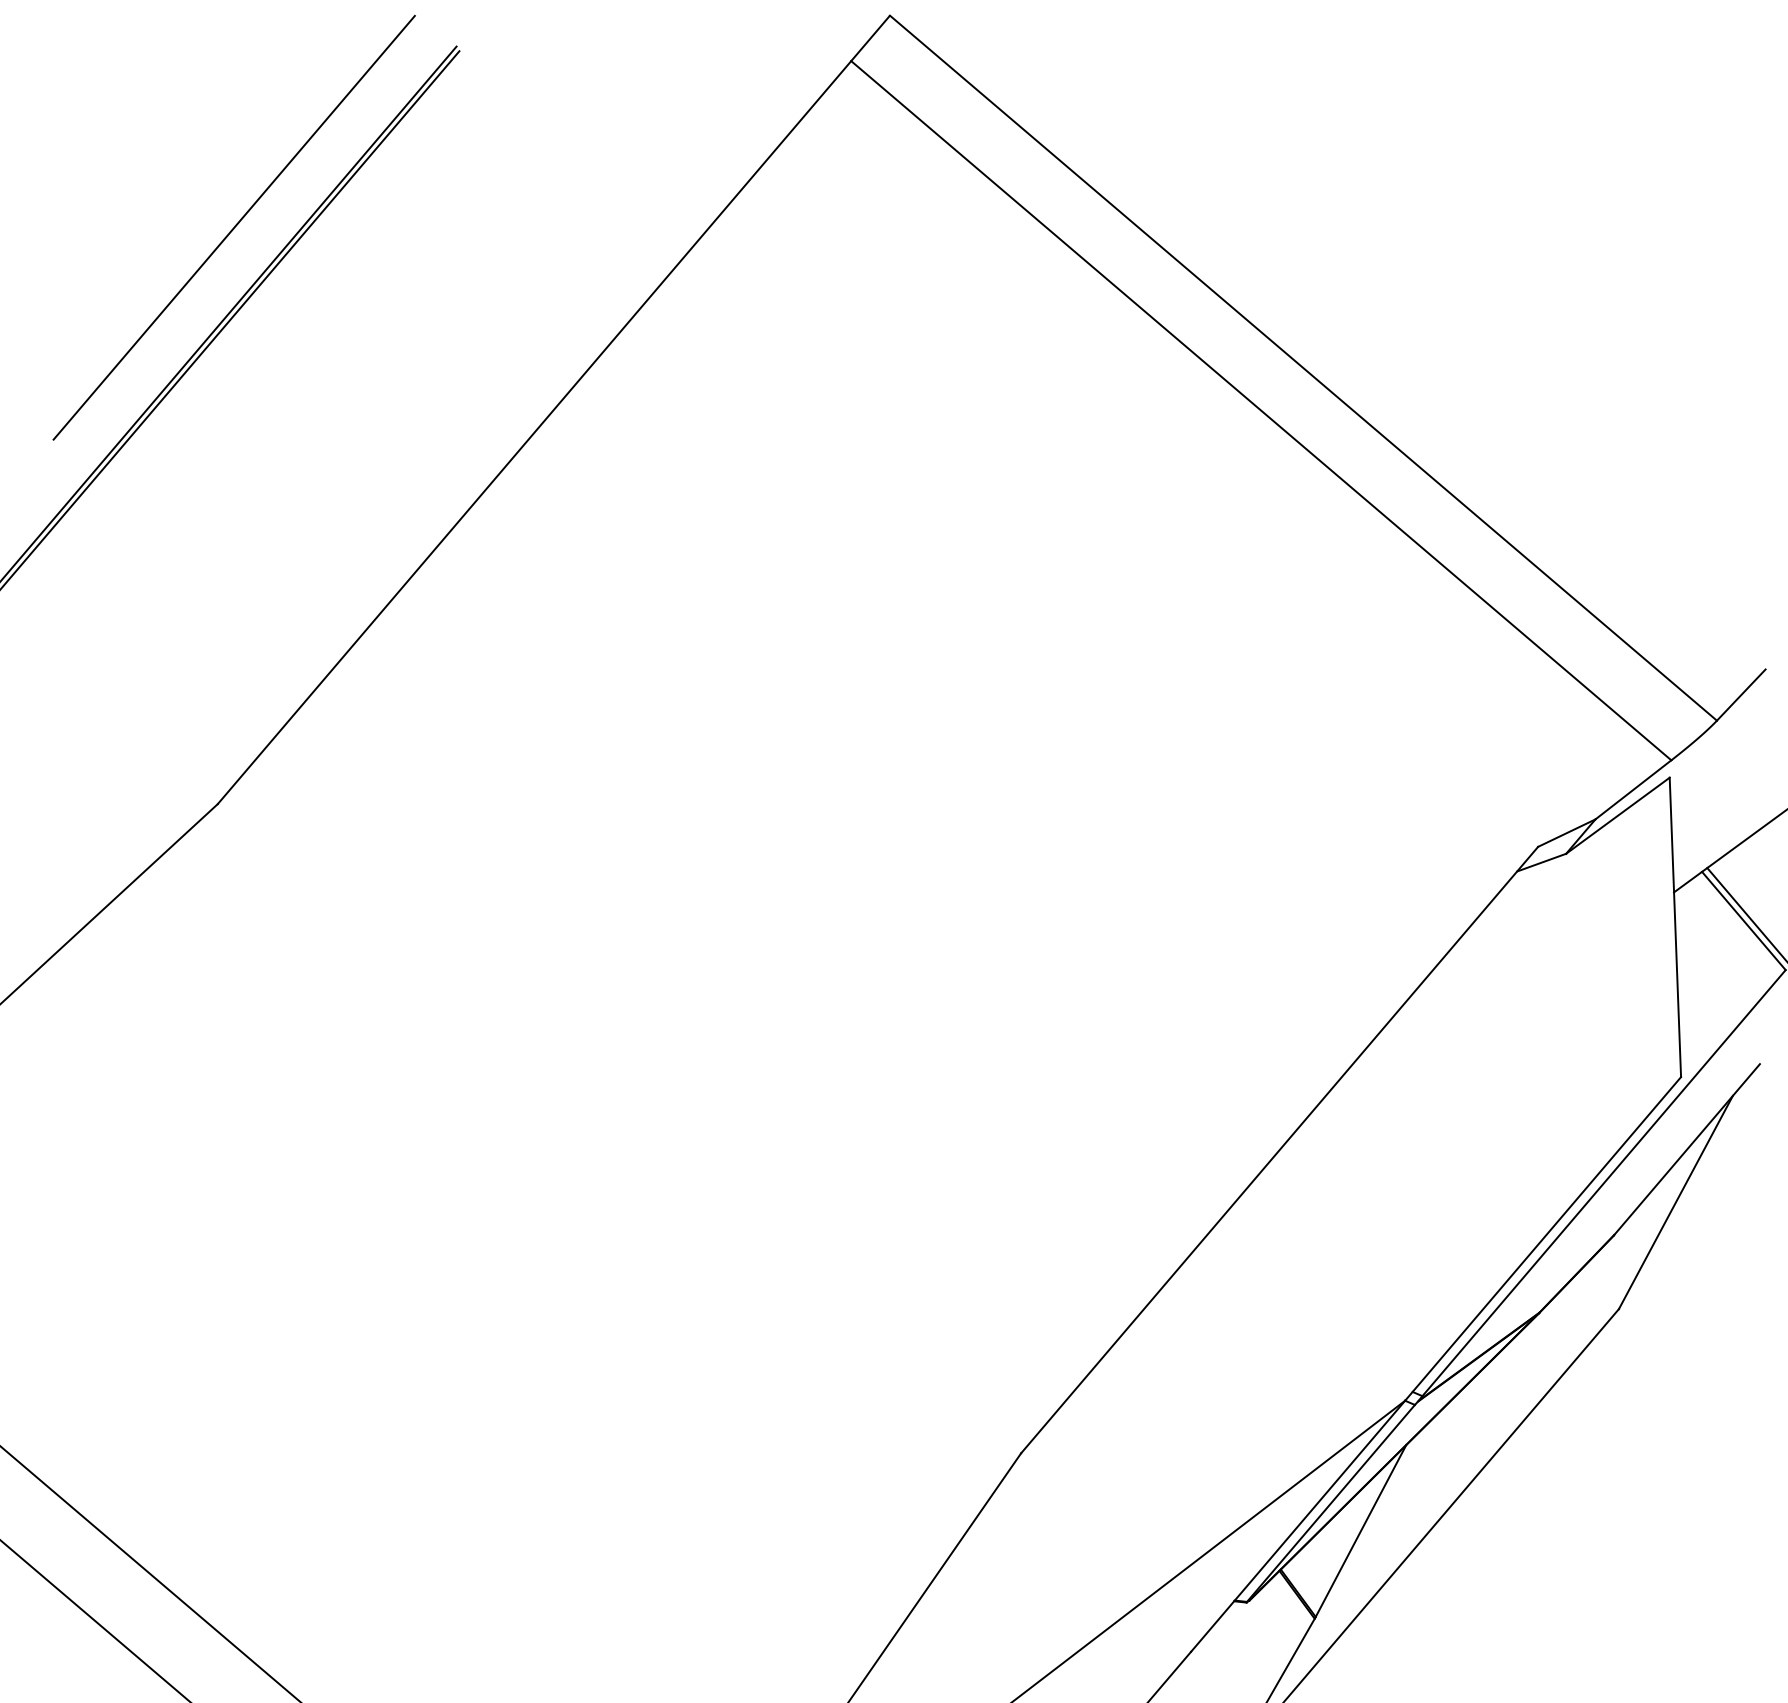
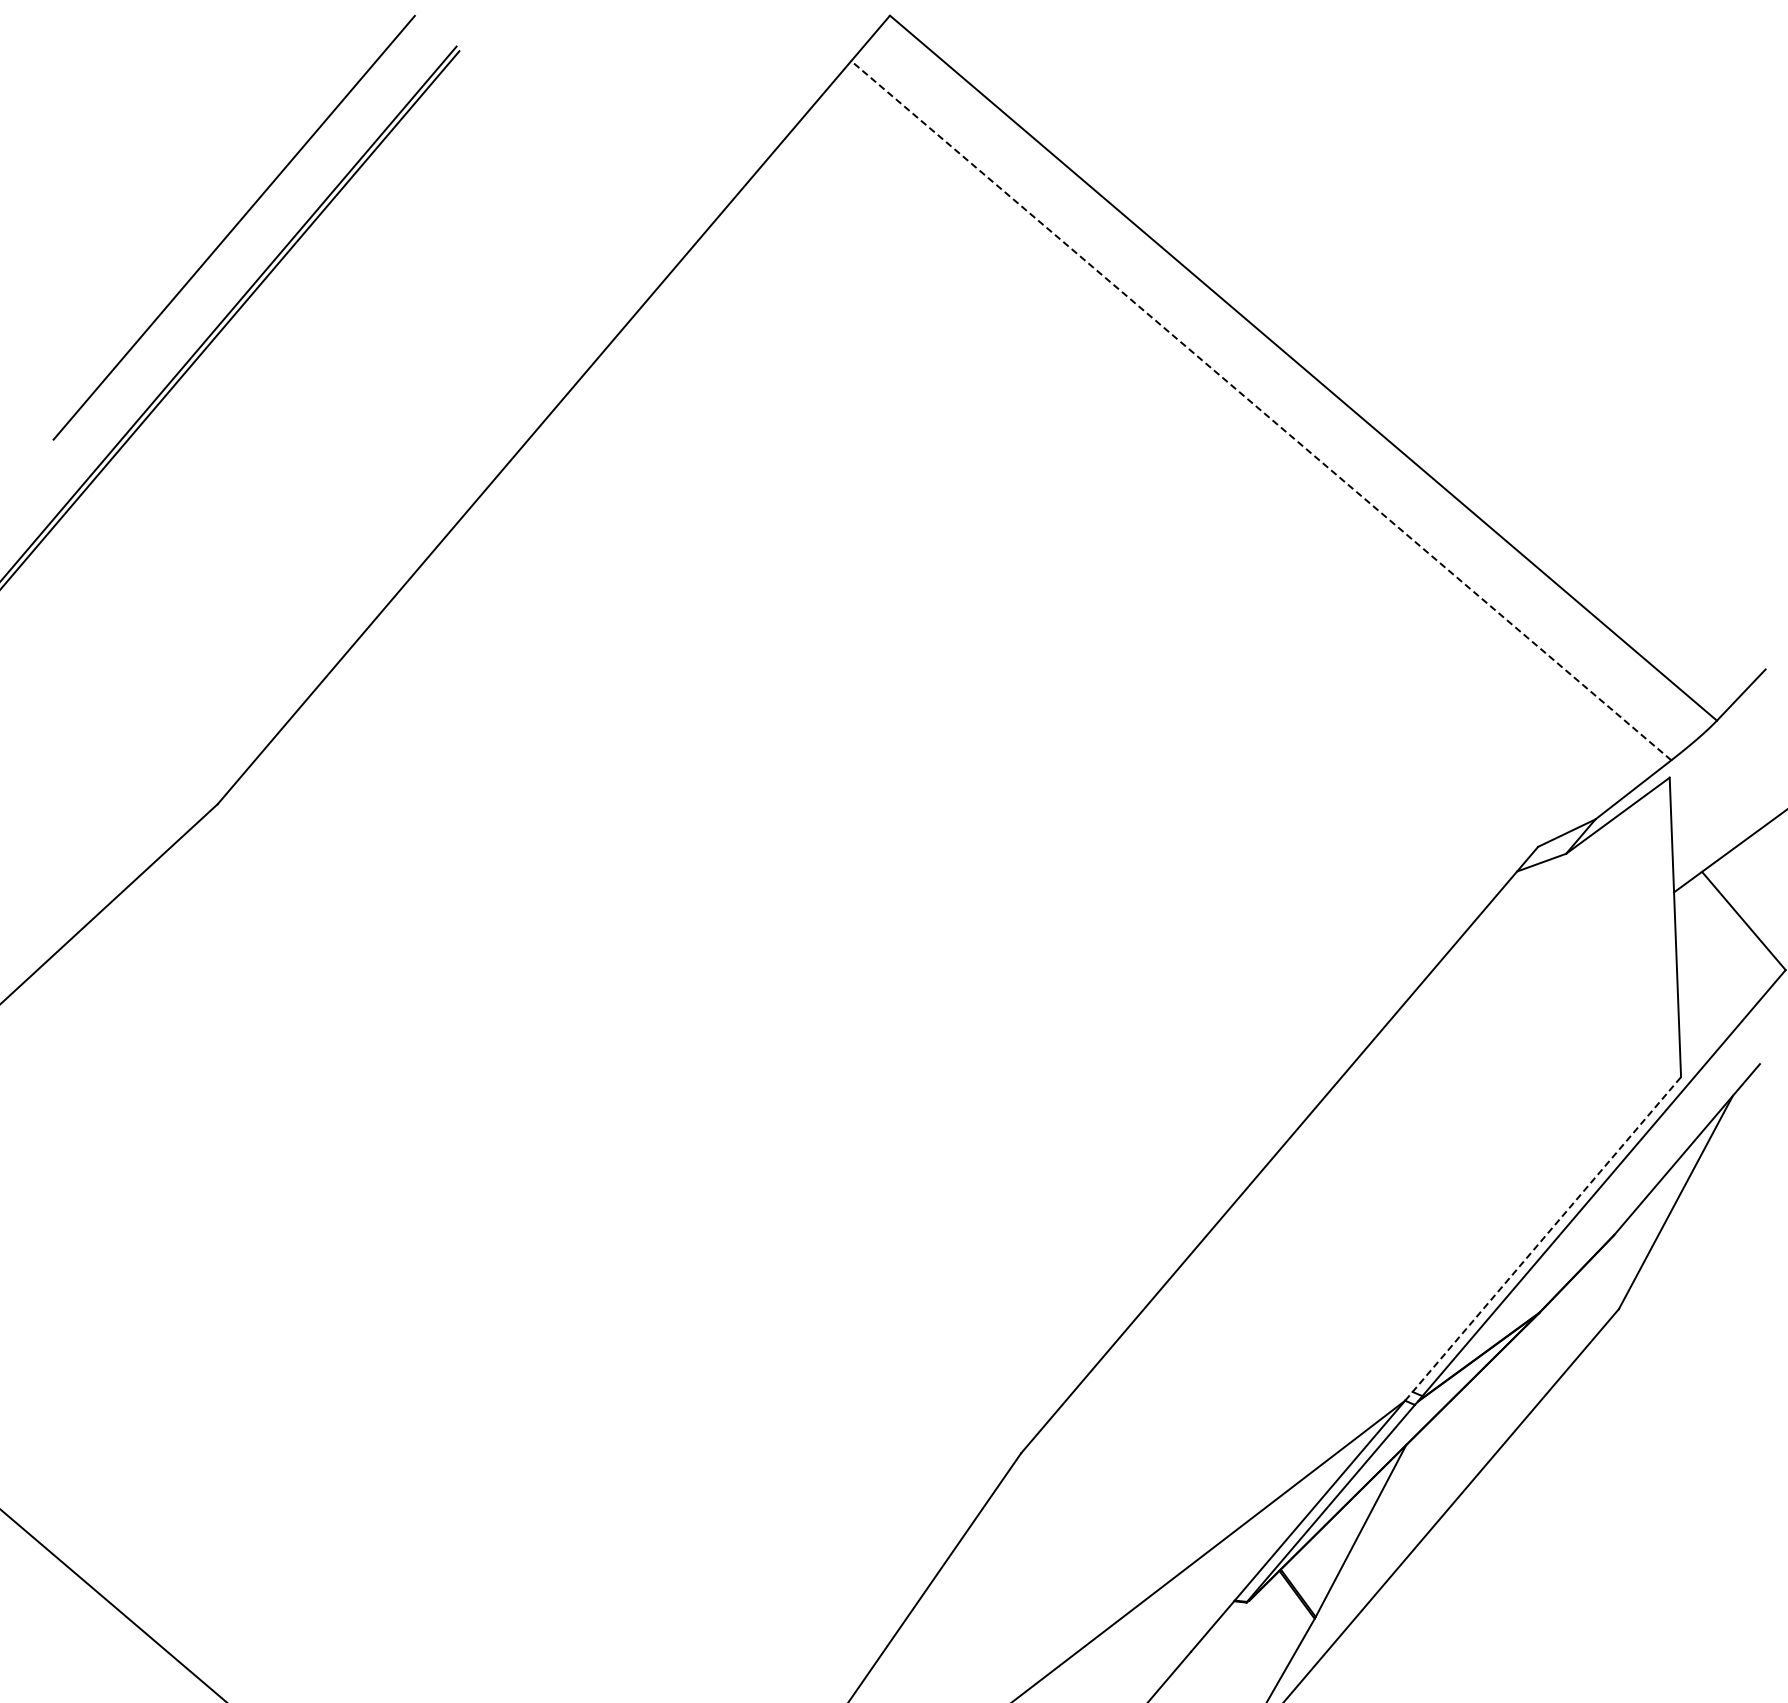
line at (1261, 410): solid -> dashed
line at (1745, 913): present -> none
line at (1543, 1238): solid -> dashed
line at (149, 1573): present -> none
line at (94, 1620) position: (94, 1620) -> (112, 1605)
